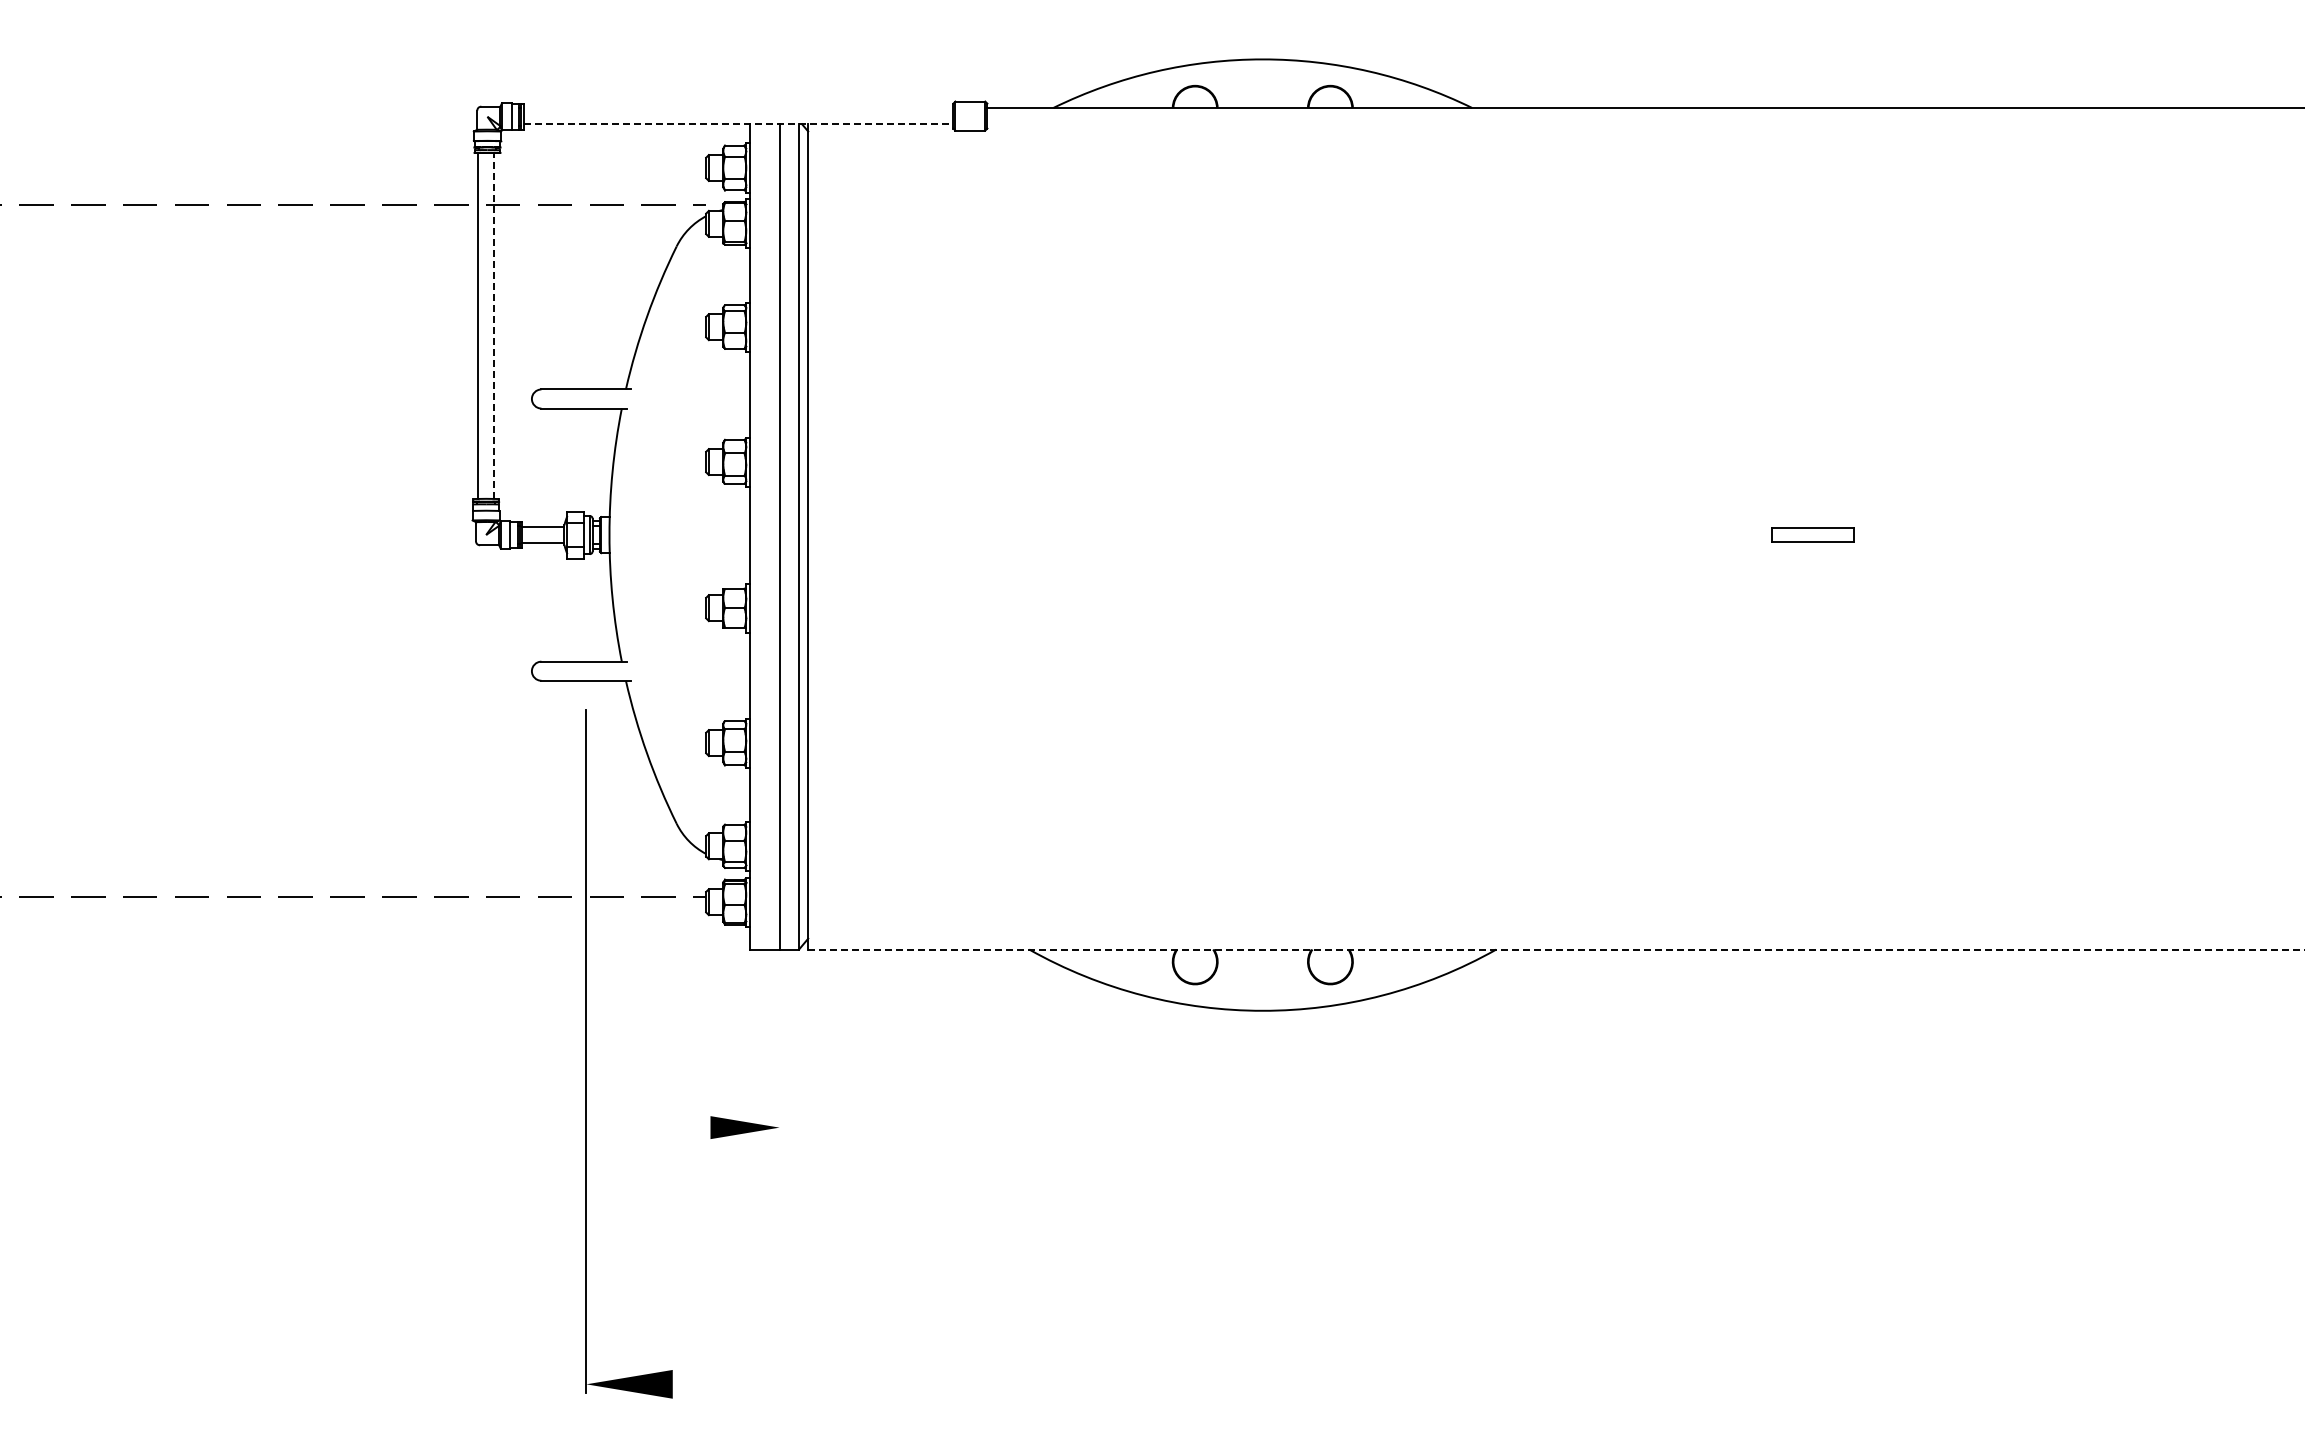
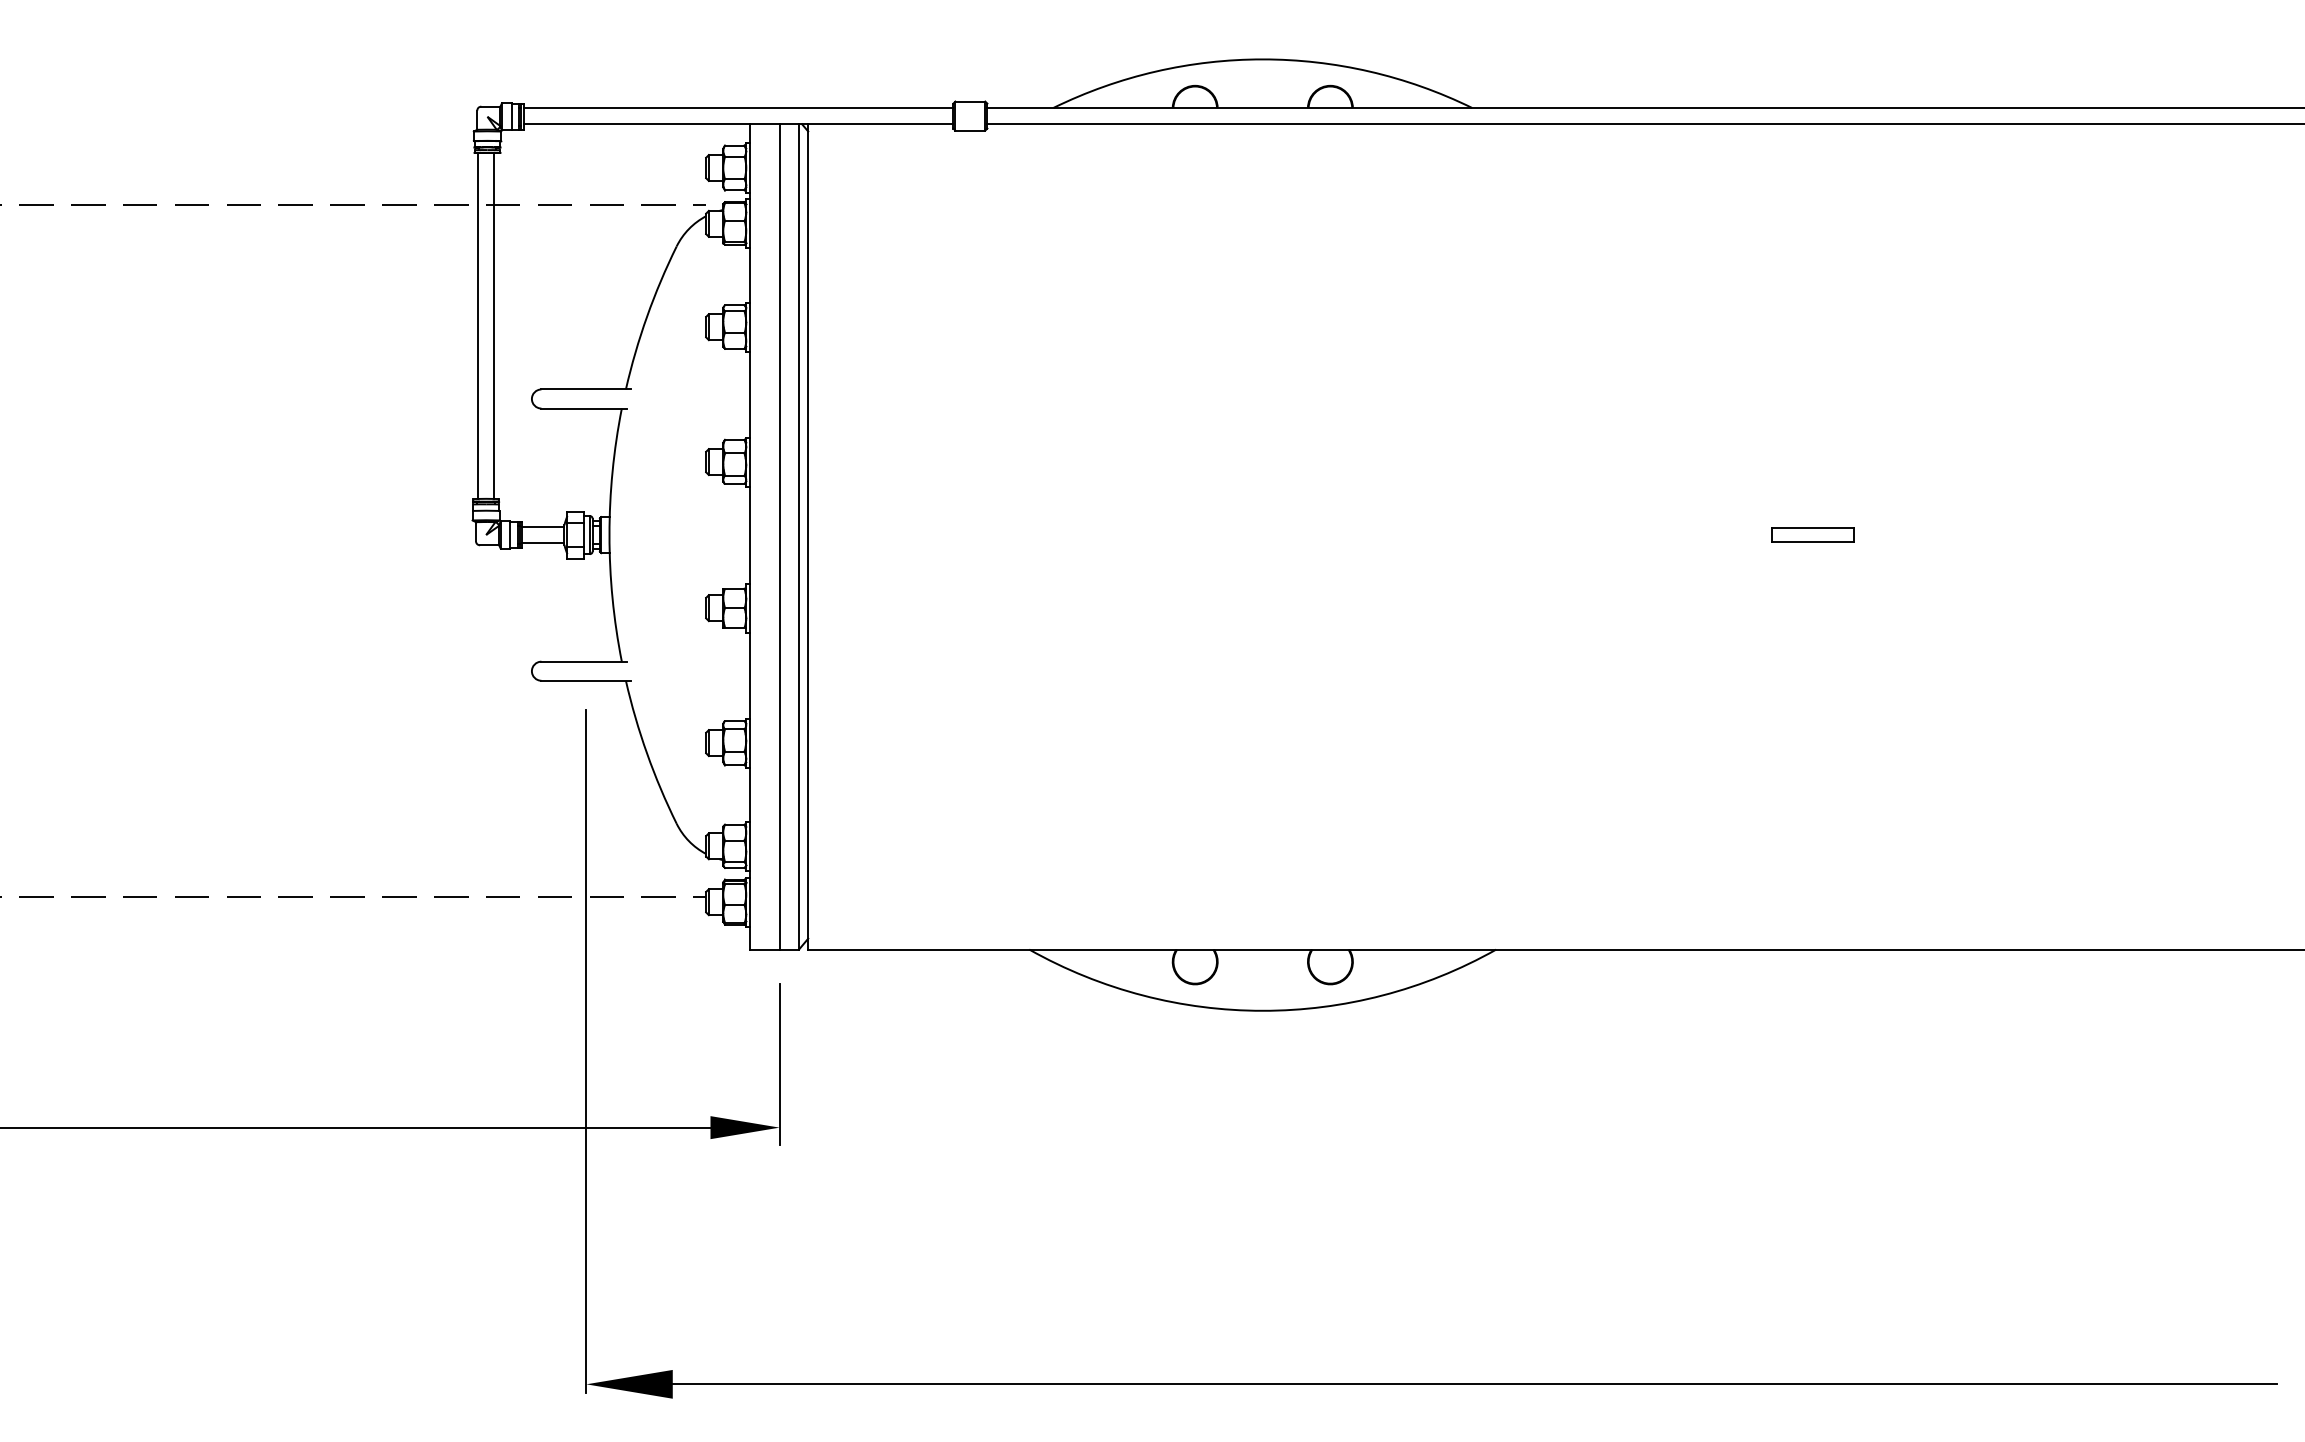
line at (738, 107): none -> present
line at (738, 124): dashed -> solid
line at (1644, 124): none -> present
line at (494, 325): dashed -> solid
line at (1556, 949): dashed -> solid
line at (779, 1064): none -> present
line at (356, 1127): none -> present
line at (1474, 1384): none -> present
